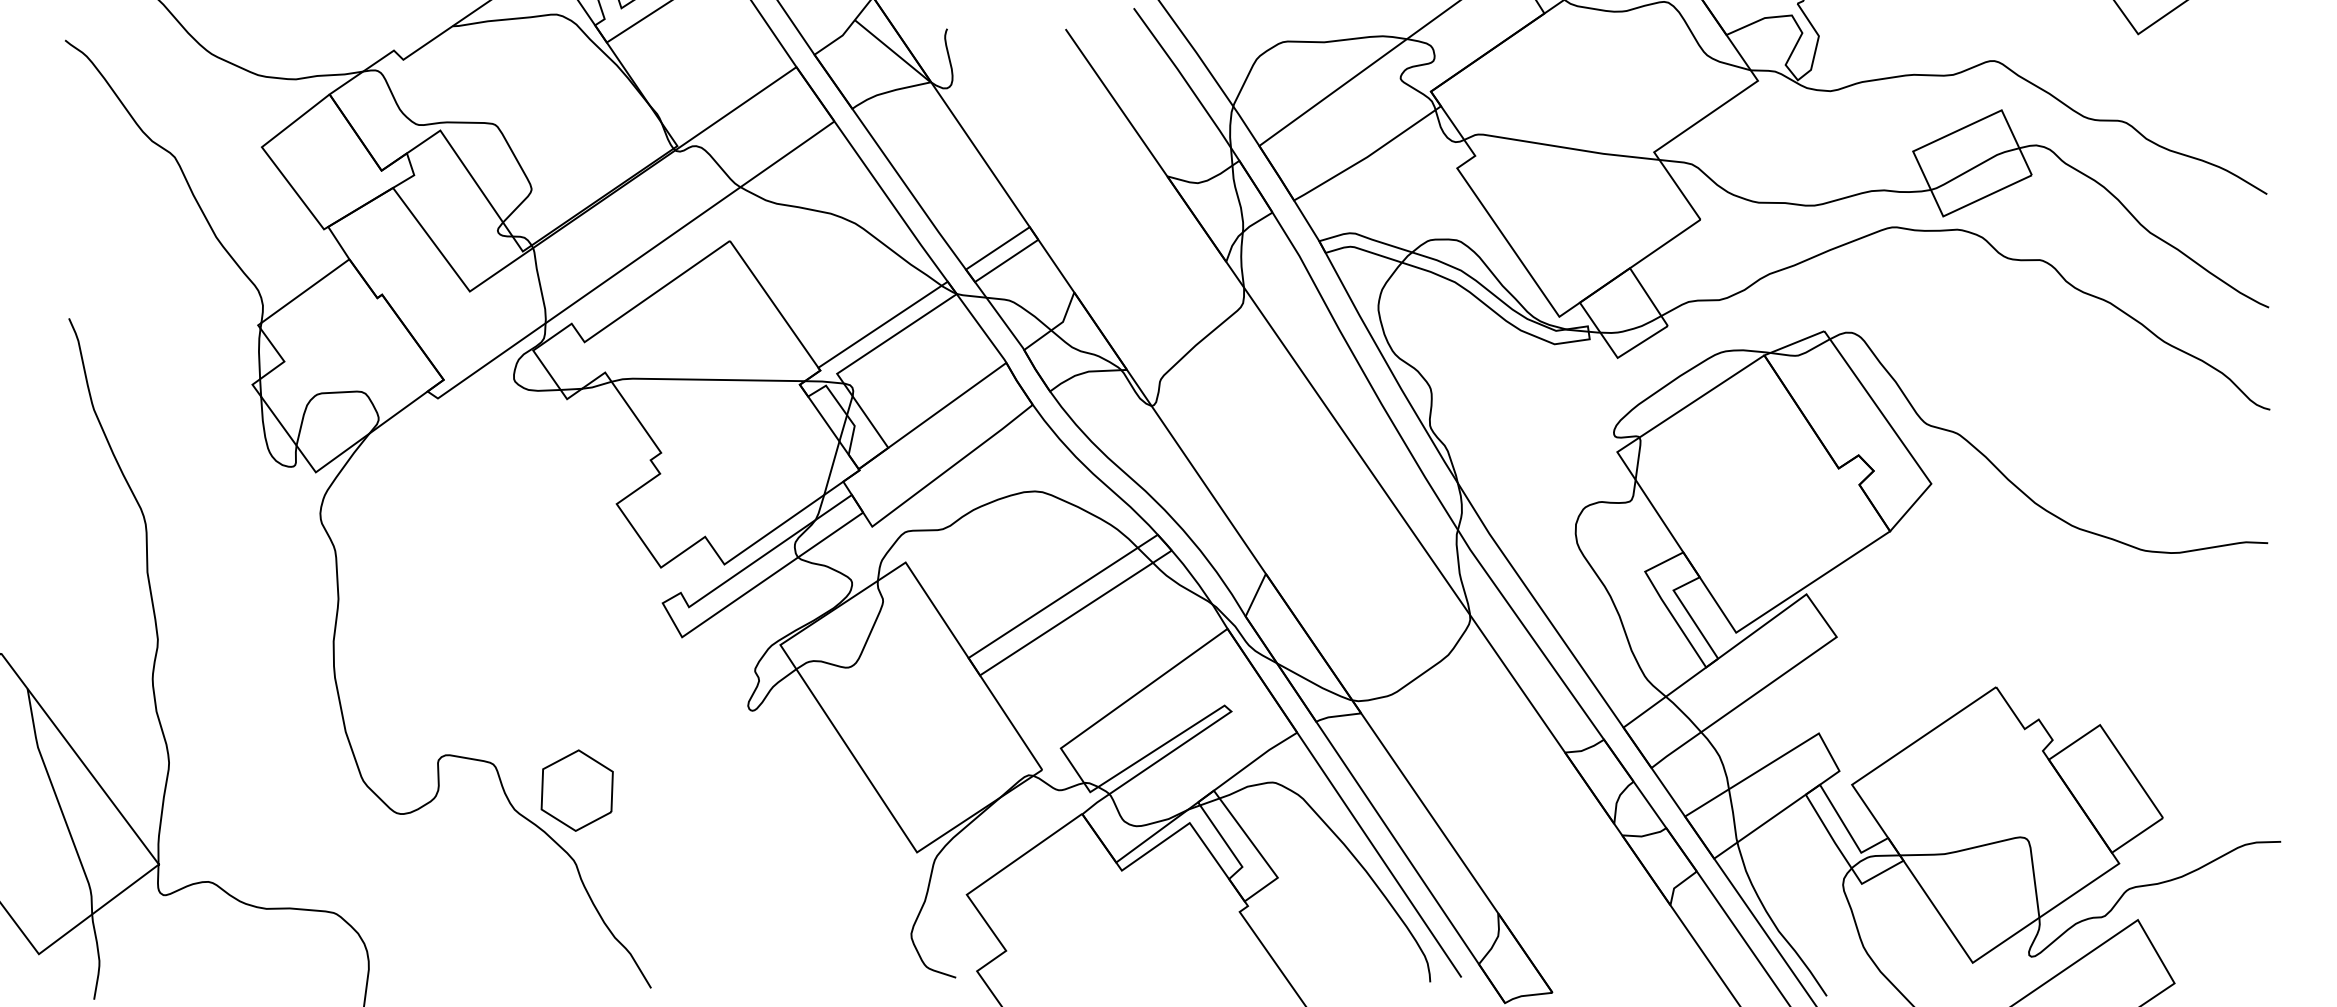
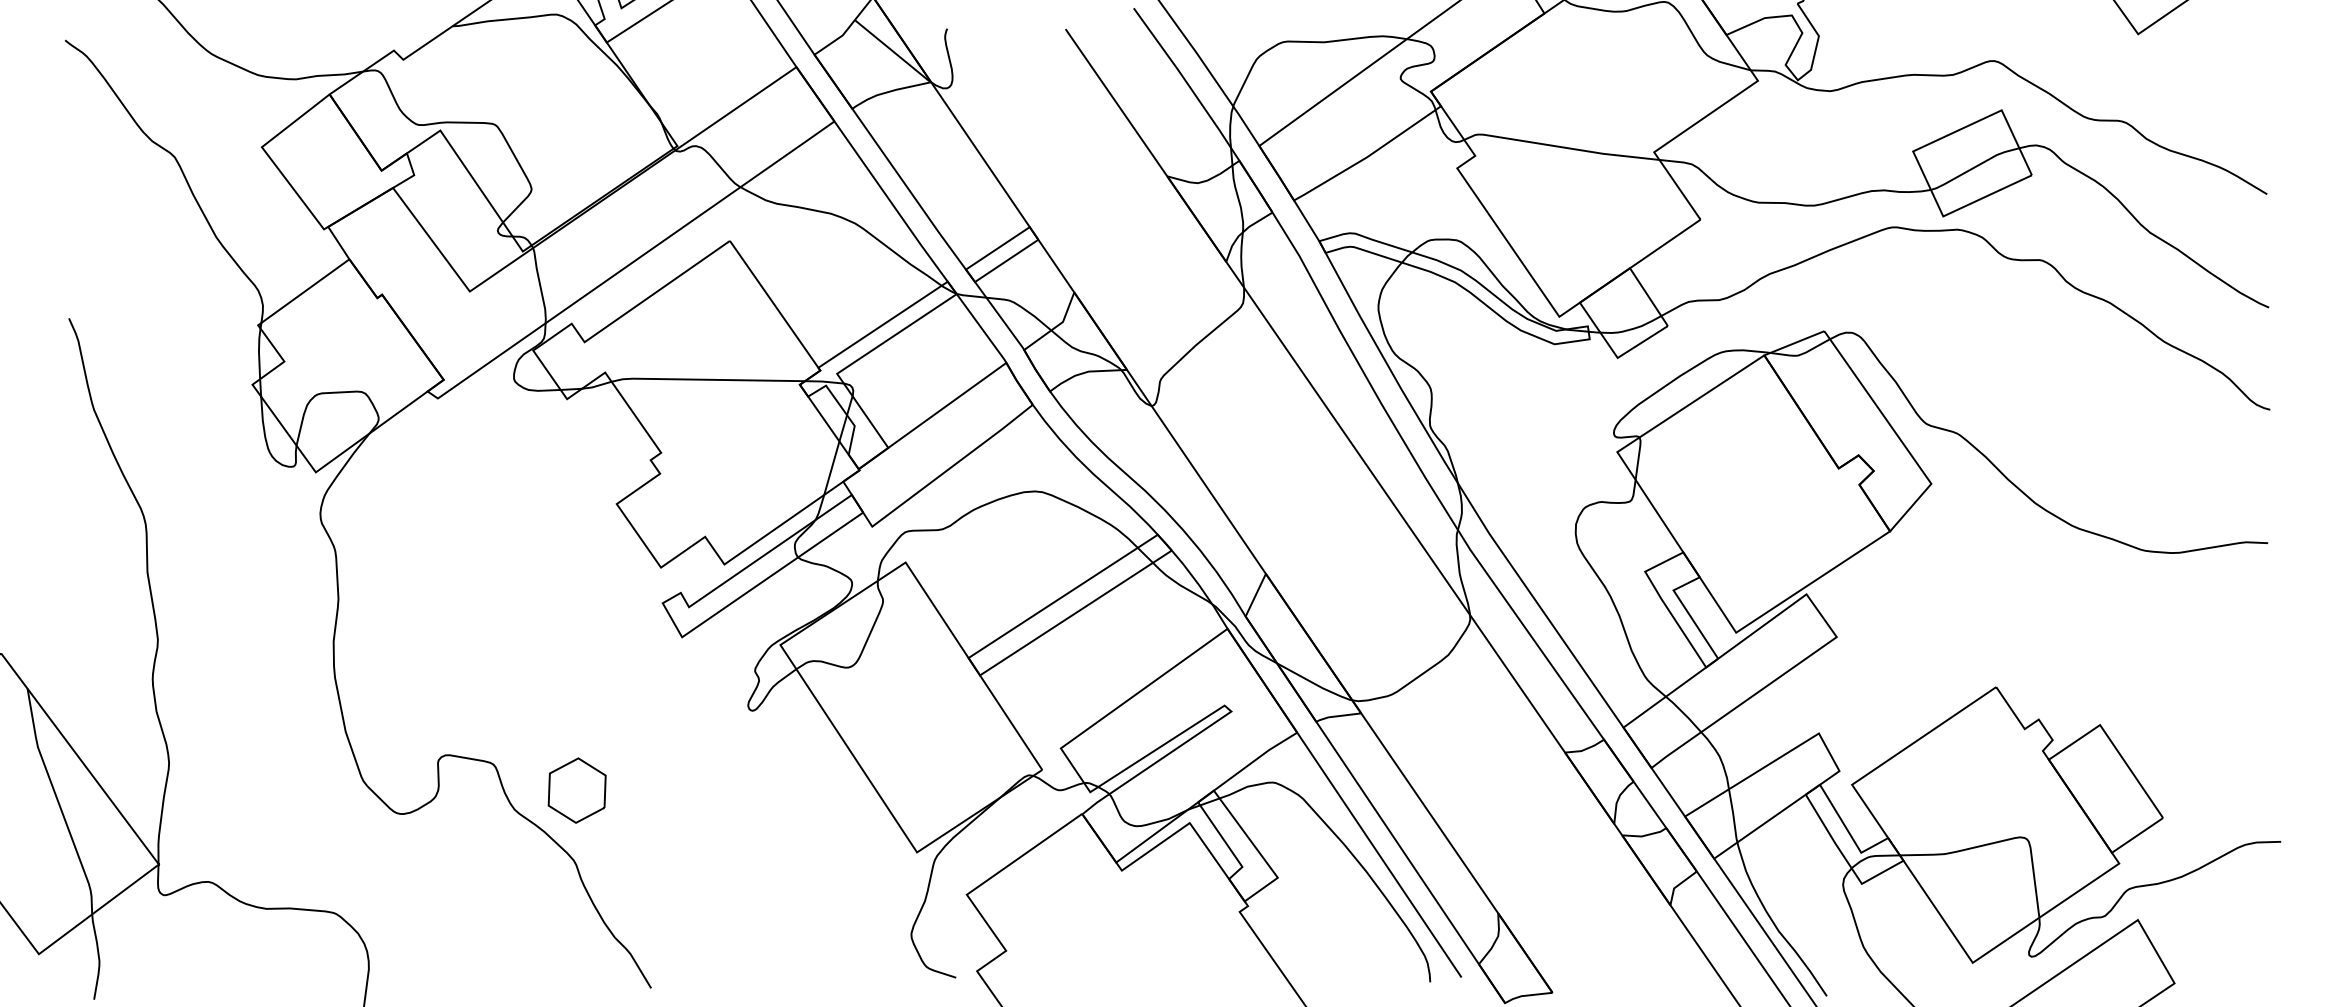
part at (576, 790) size: 74x83 px -> 60x67 px
